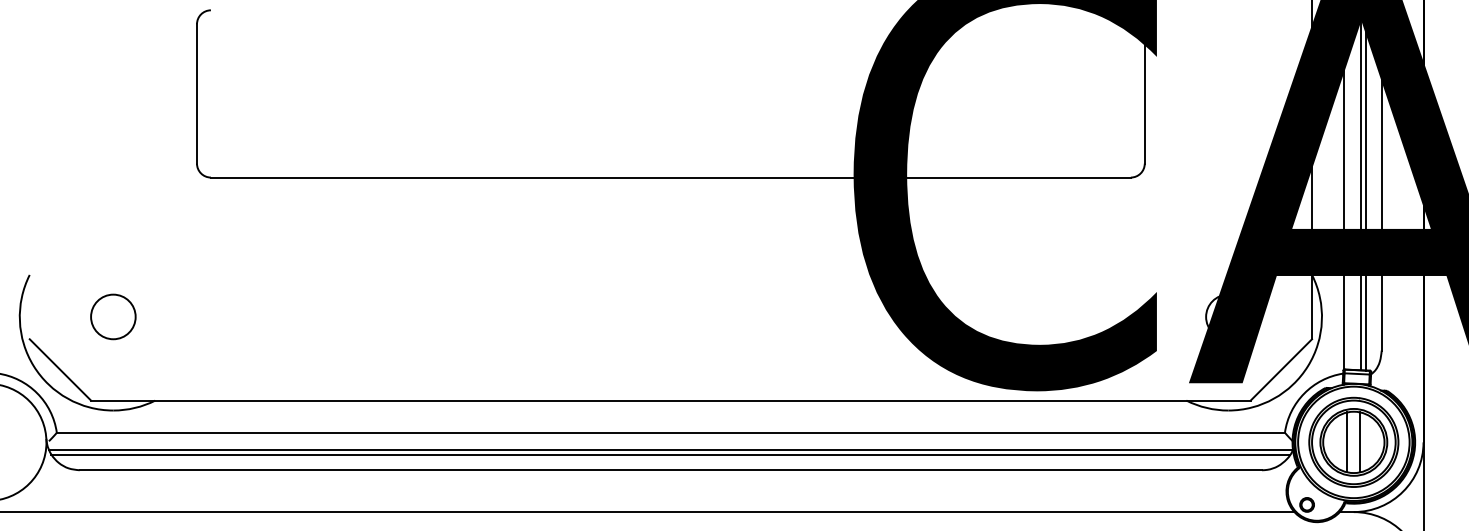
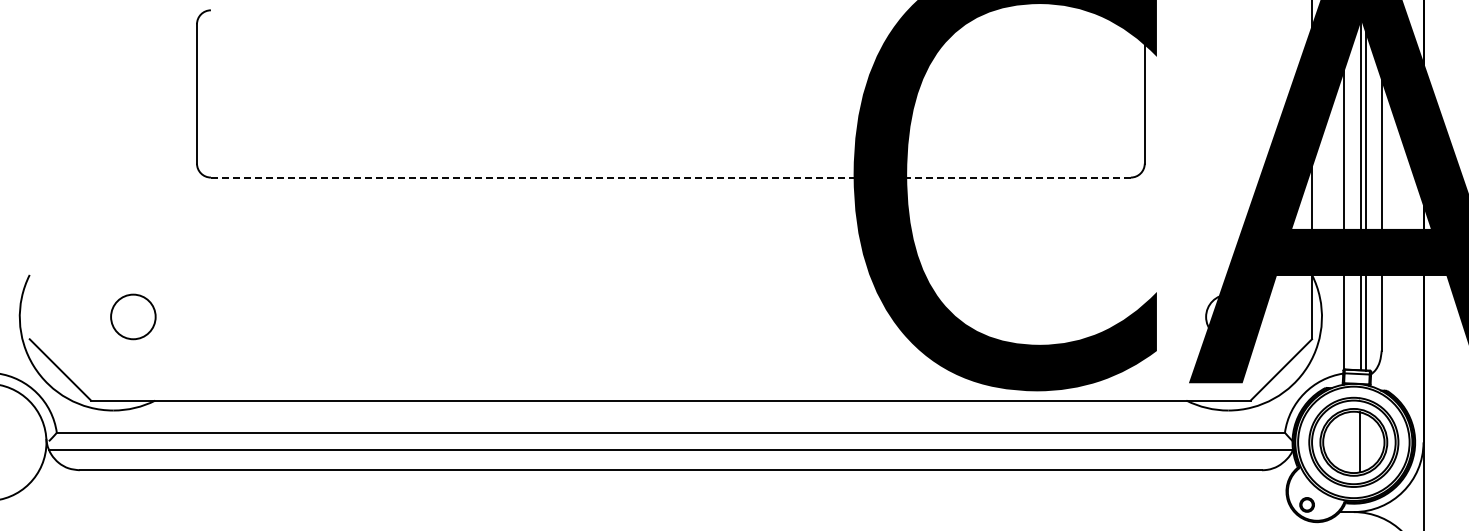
line at (670, 177): solid -> dashed
circle at (113, 316) position: (113, 316) -> (133, 316)
line at (1347, 442): present -> none
line at (670, 454): present -> none
line at (648, 512): present -> none
